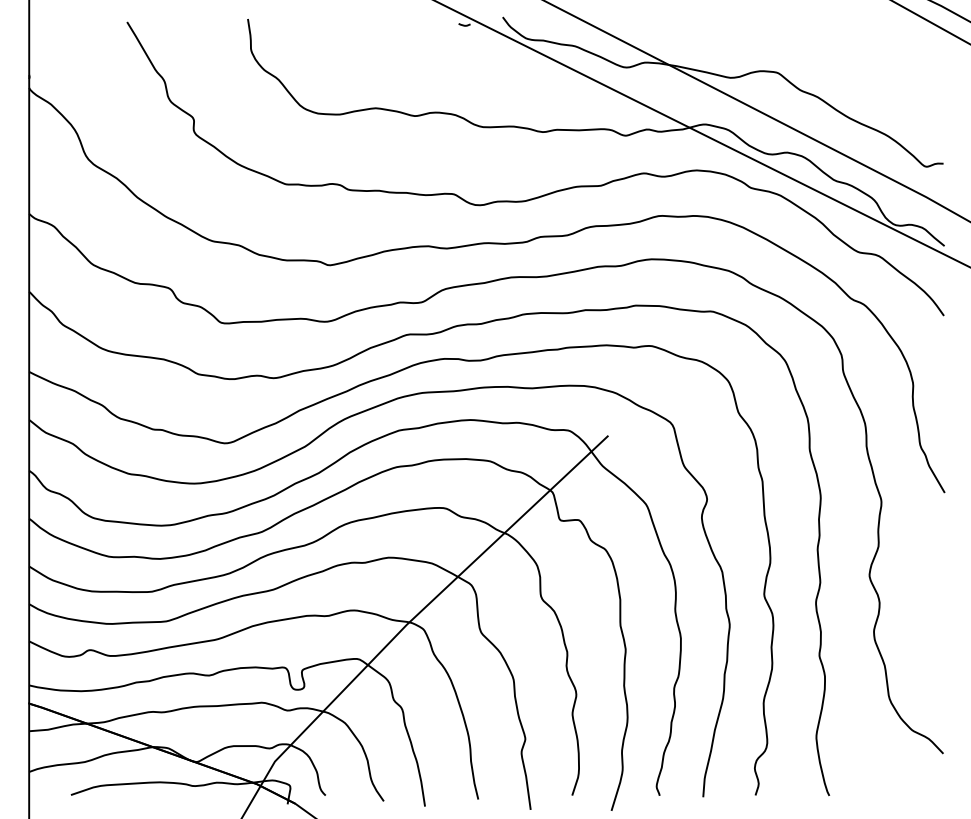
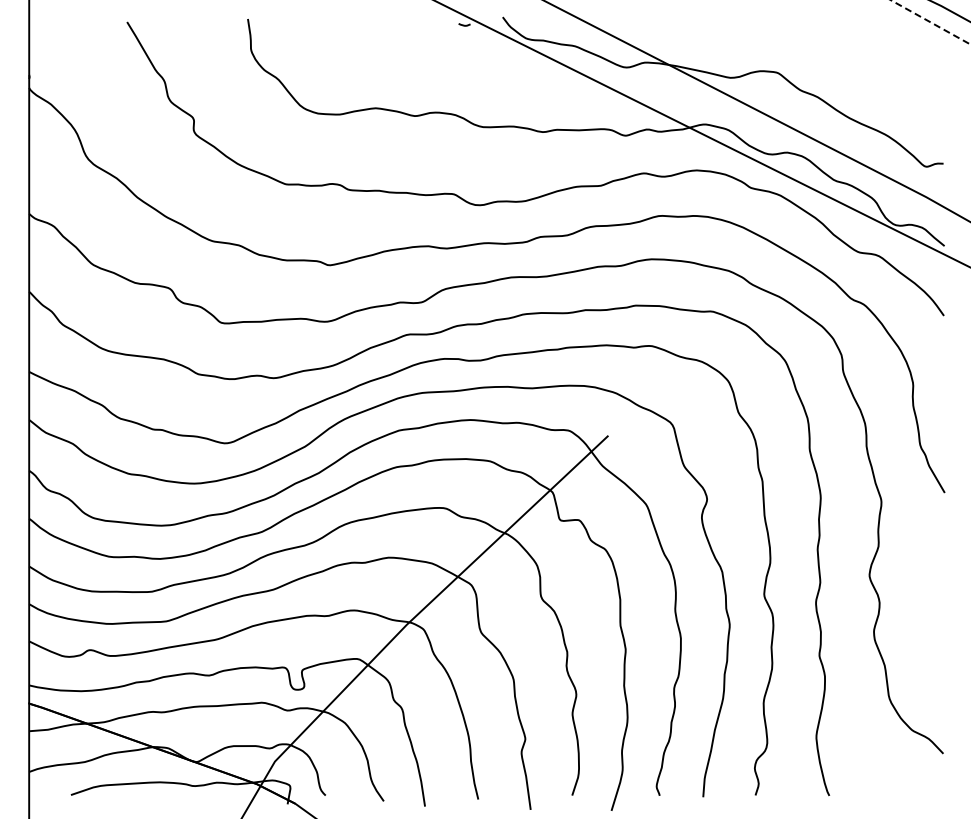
line at (930, 22): solid -> dashed
